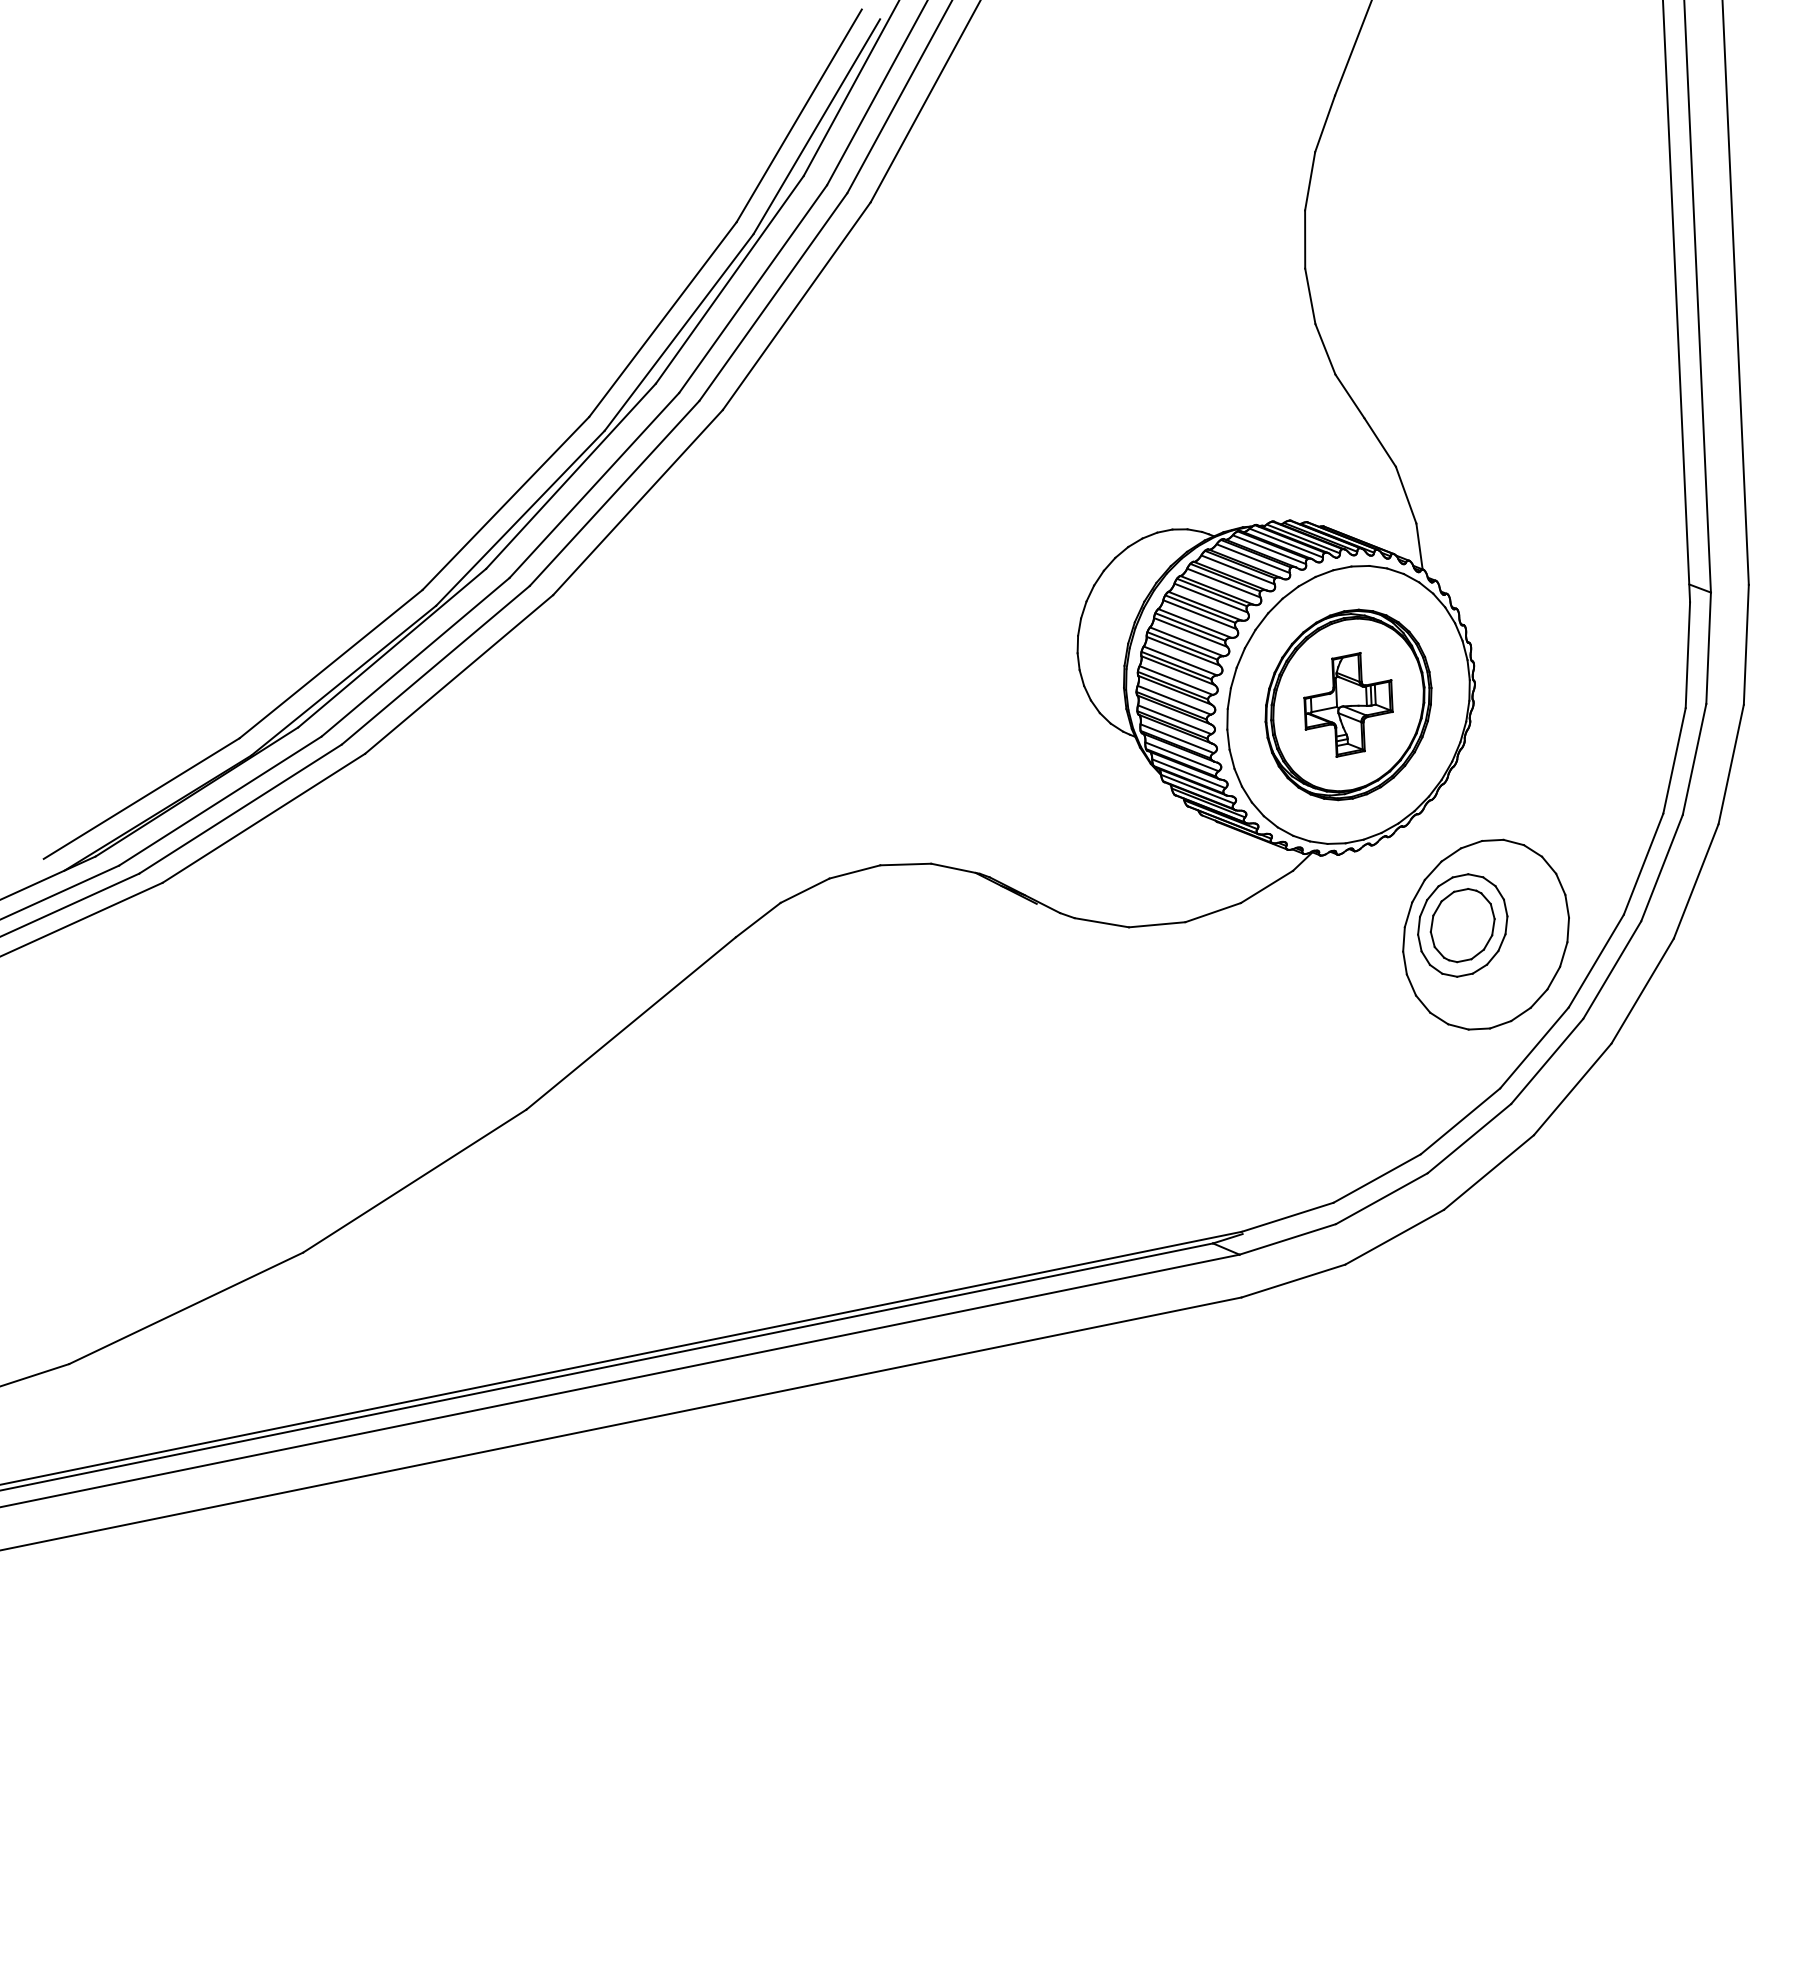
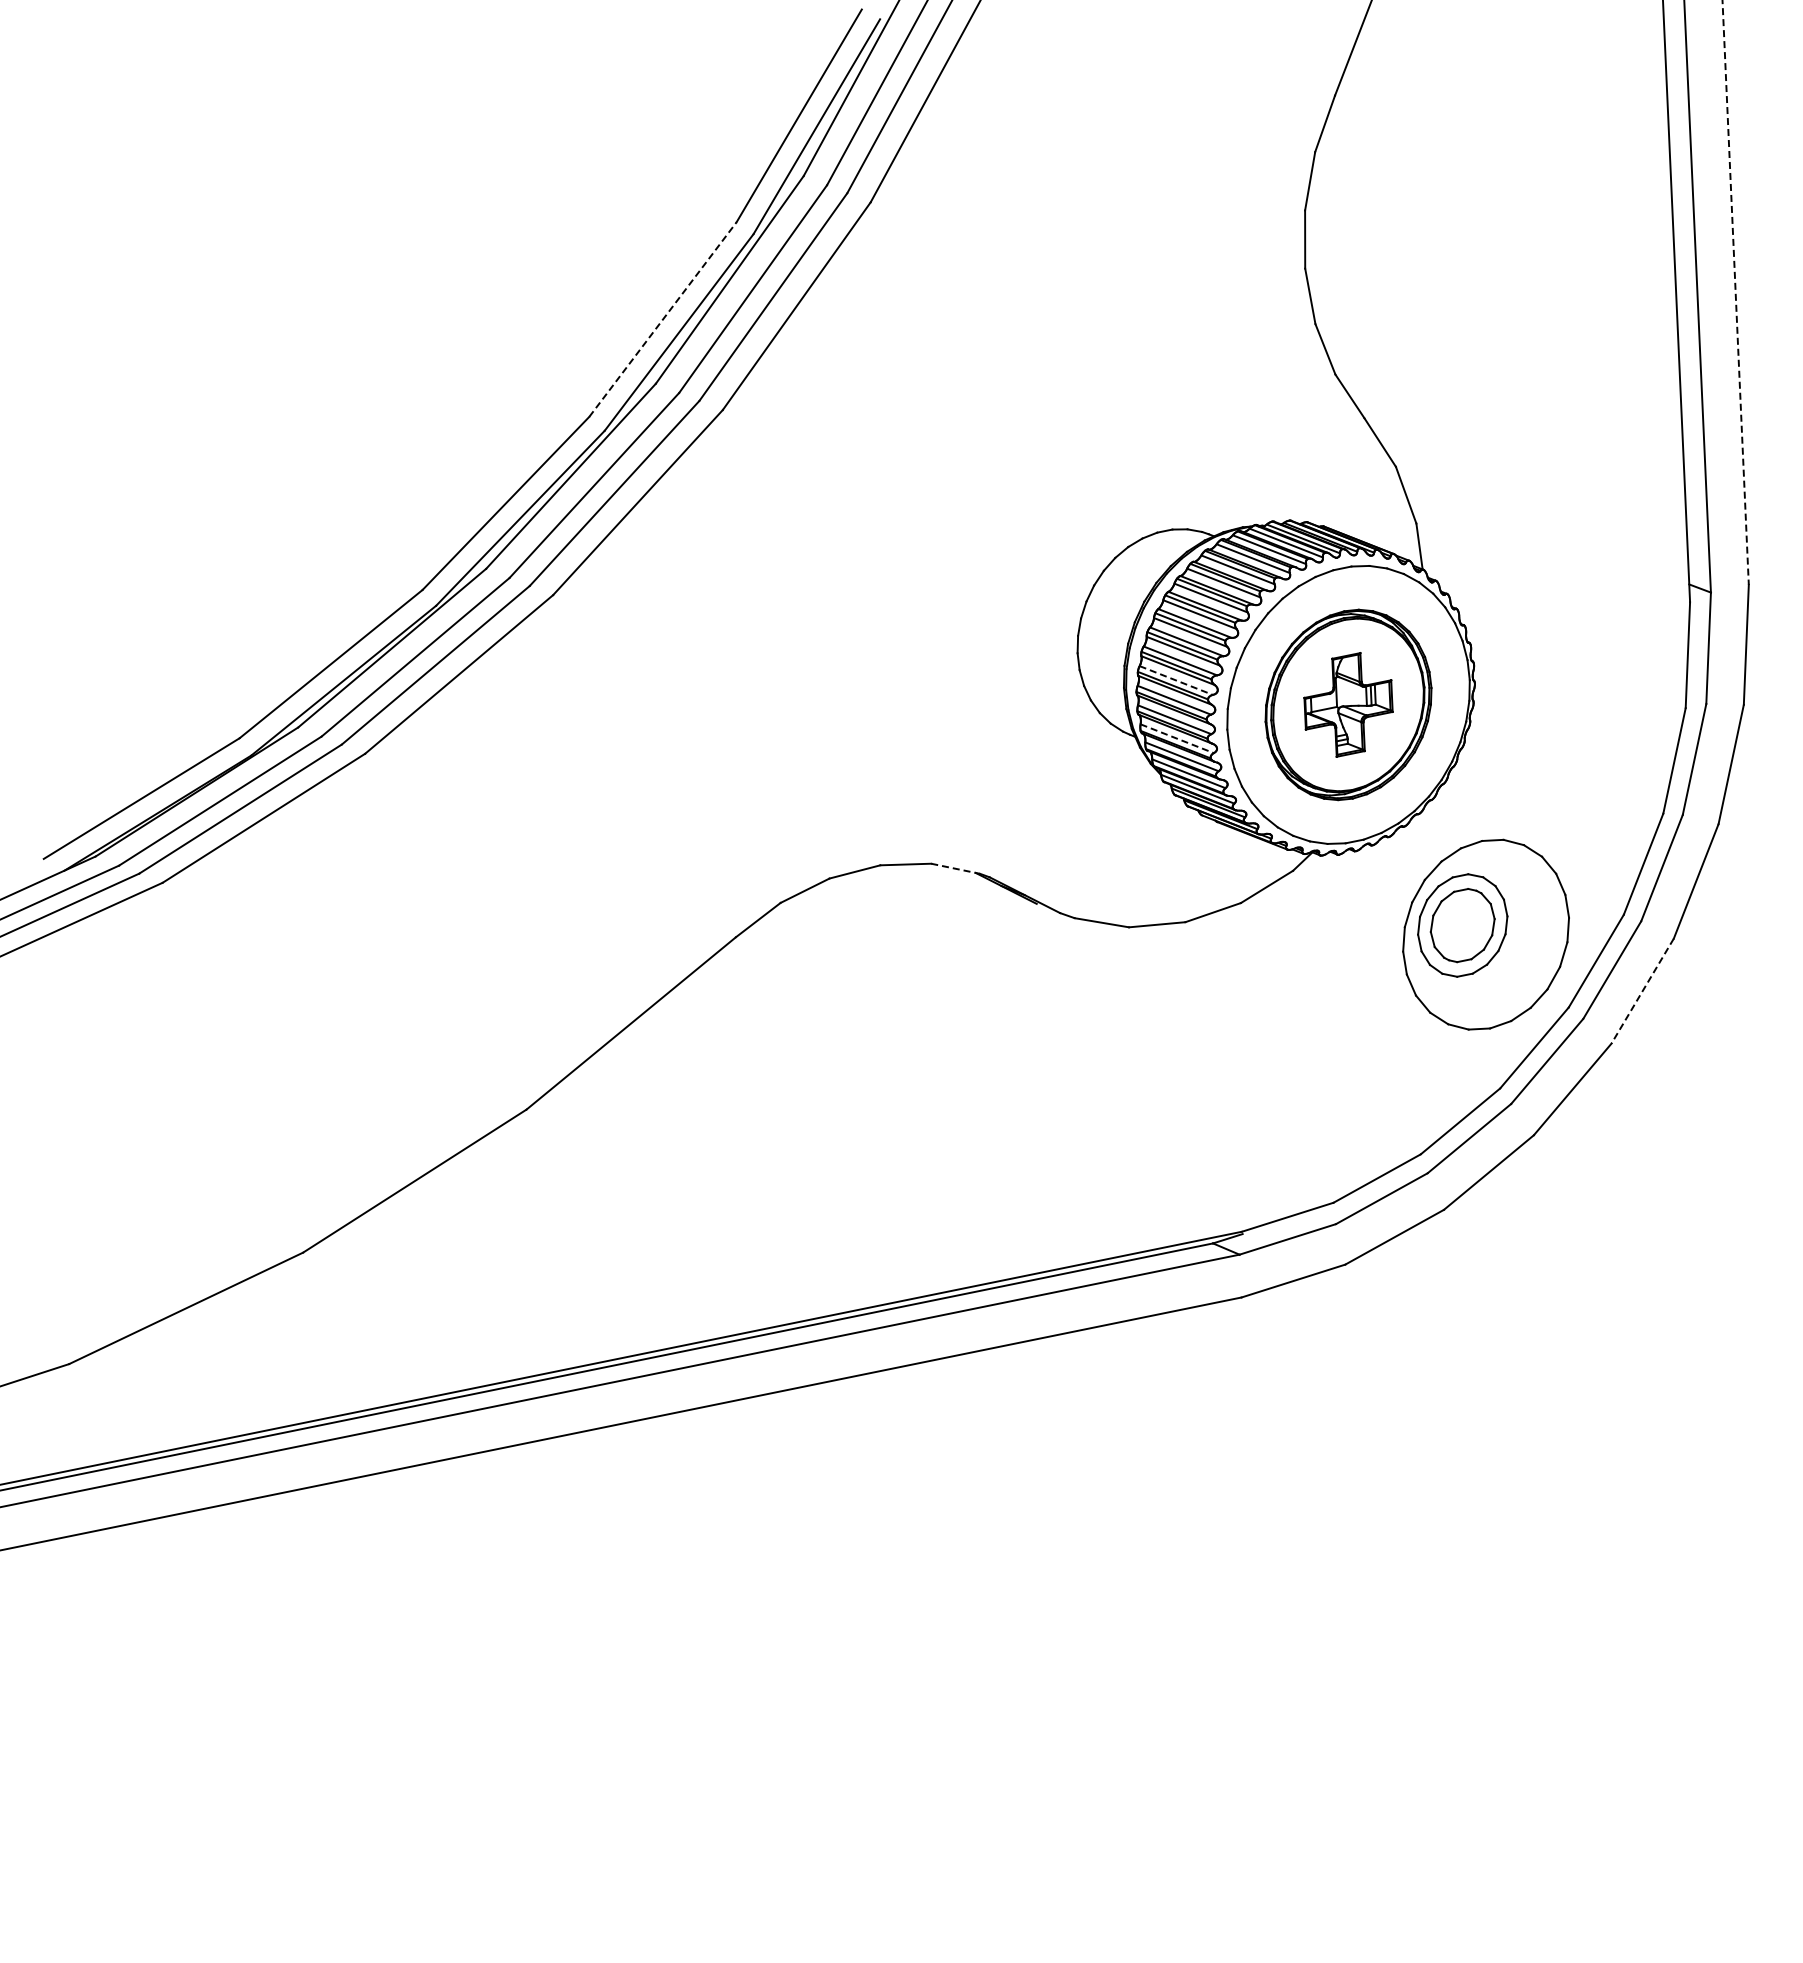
line at (1735, 293): solid -> dashed
line at (663, 319): solid -> dashed
line at (1176, 680): solid -> dashed
line at (1177, 738): solid -> dashed
line at (955, 868): solid -> dashed
line at (1642, 991): solid -> dashed
